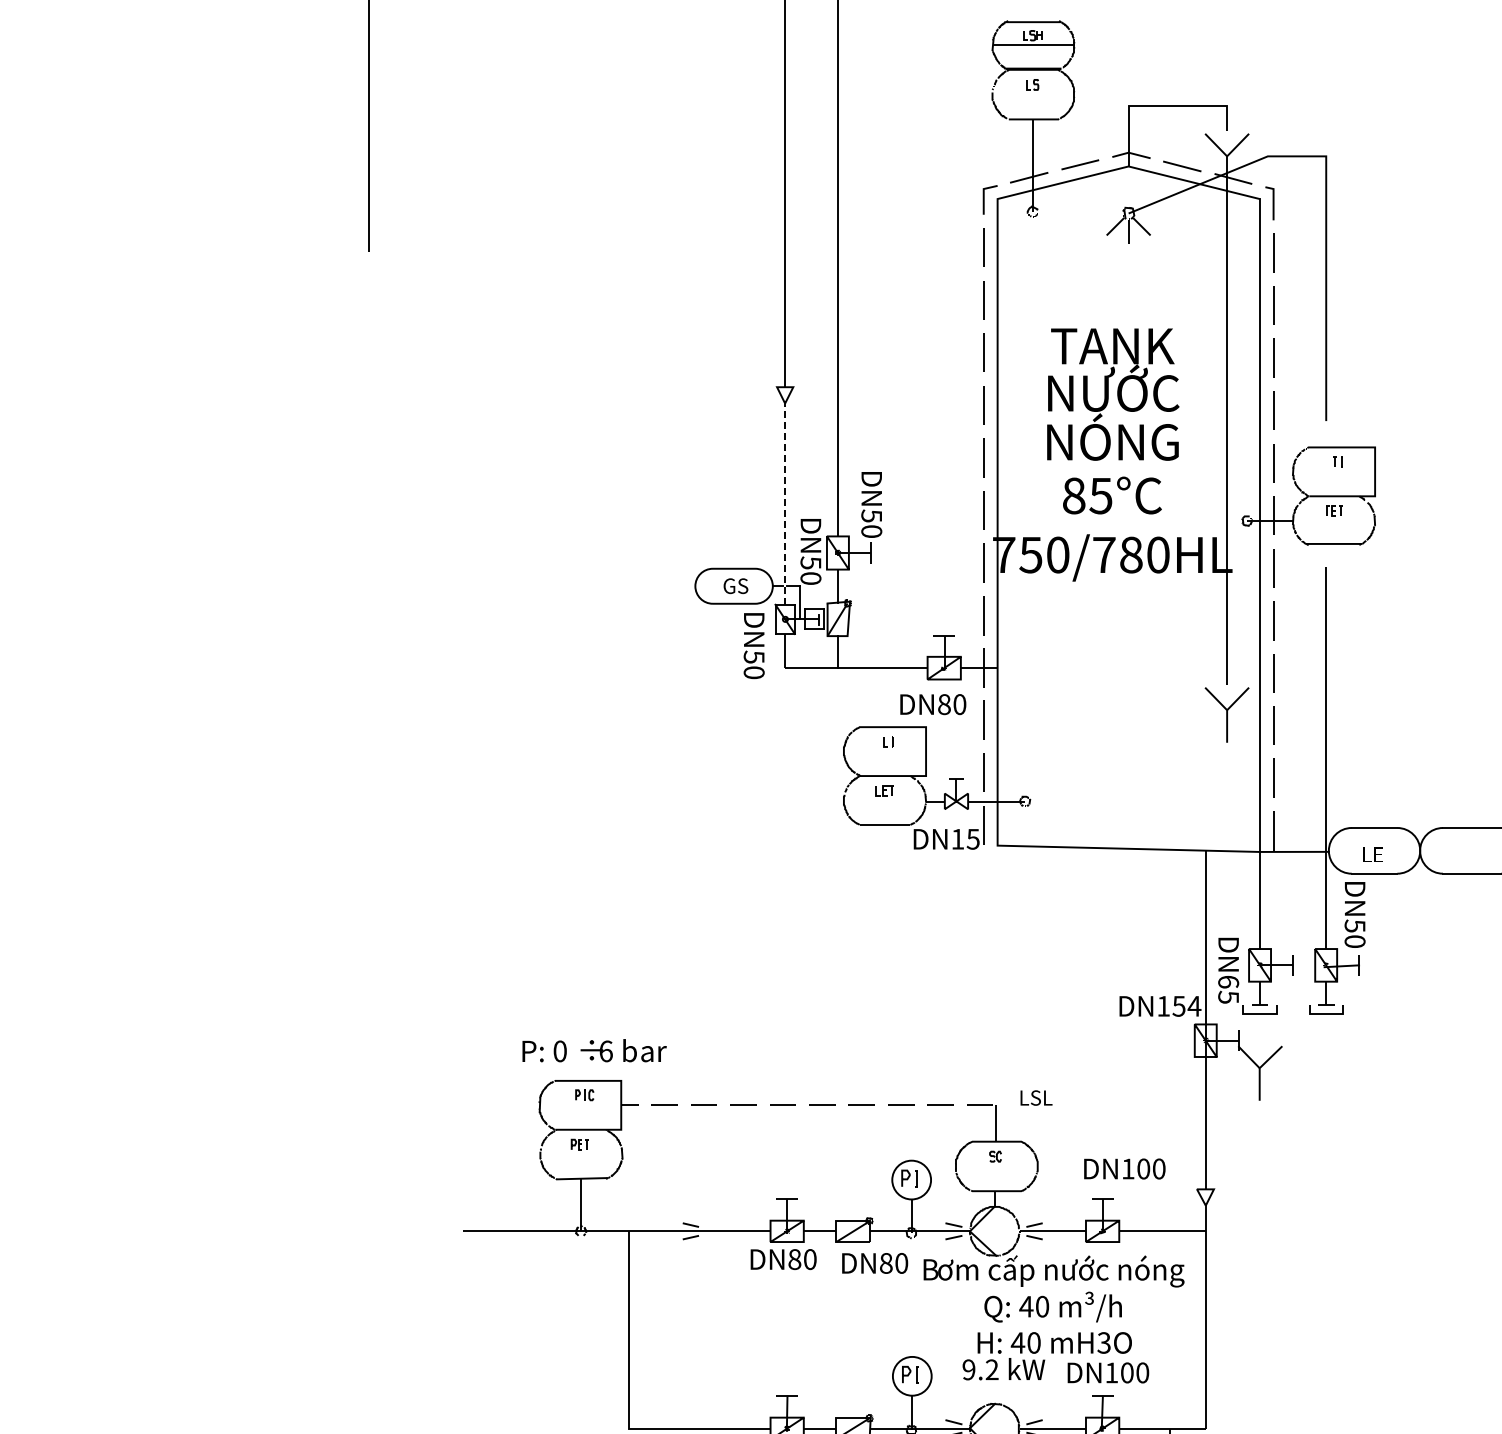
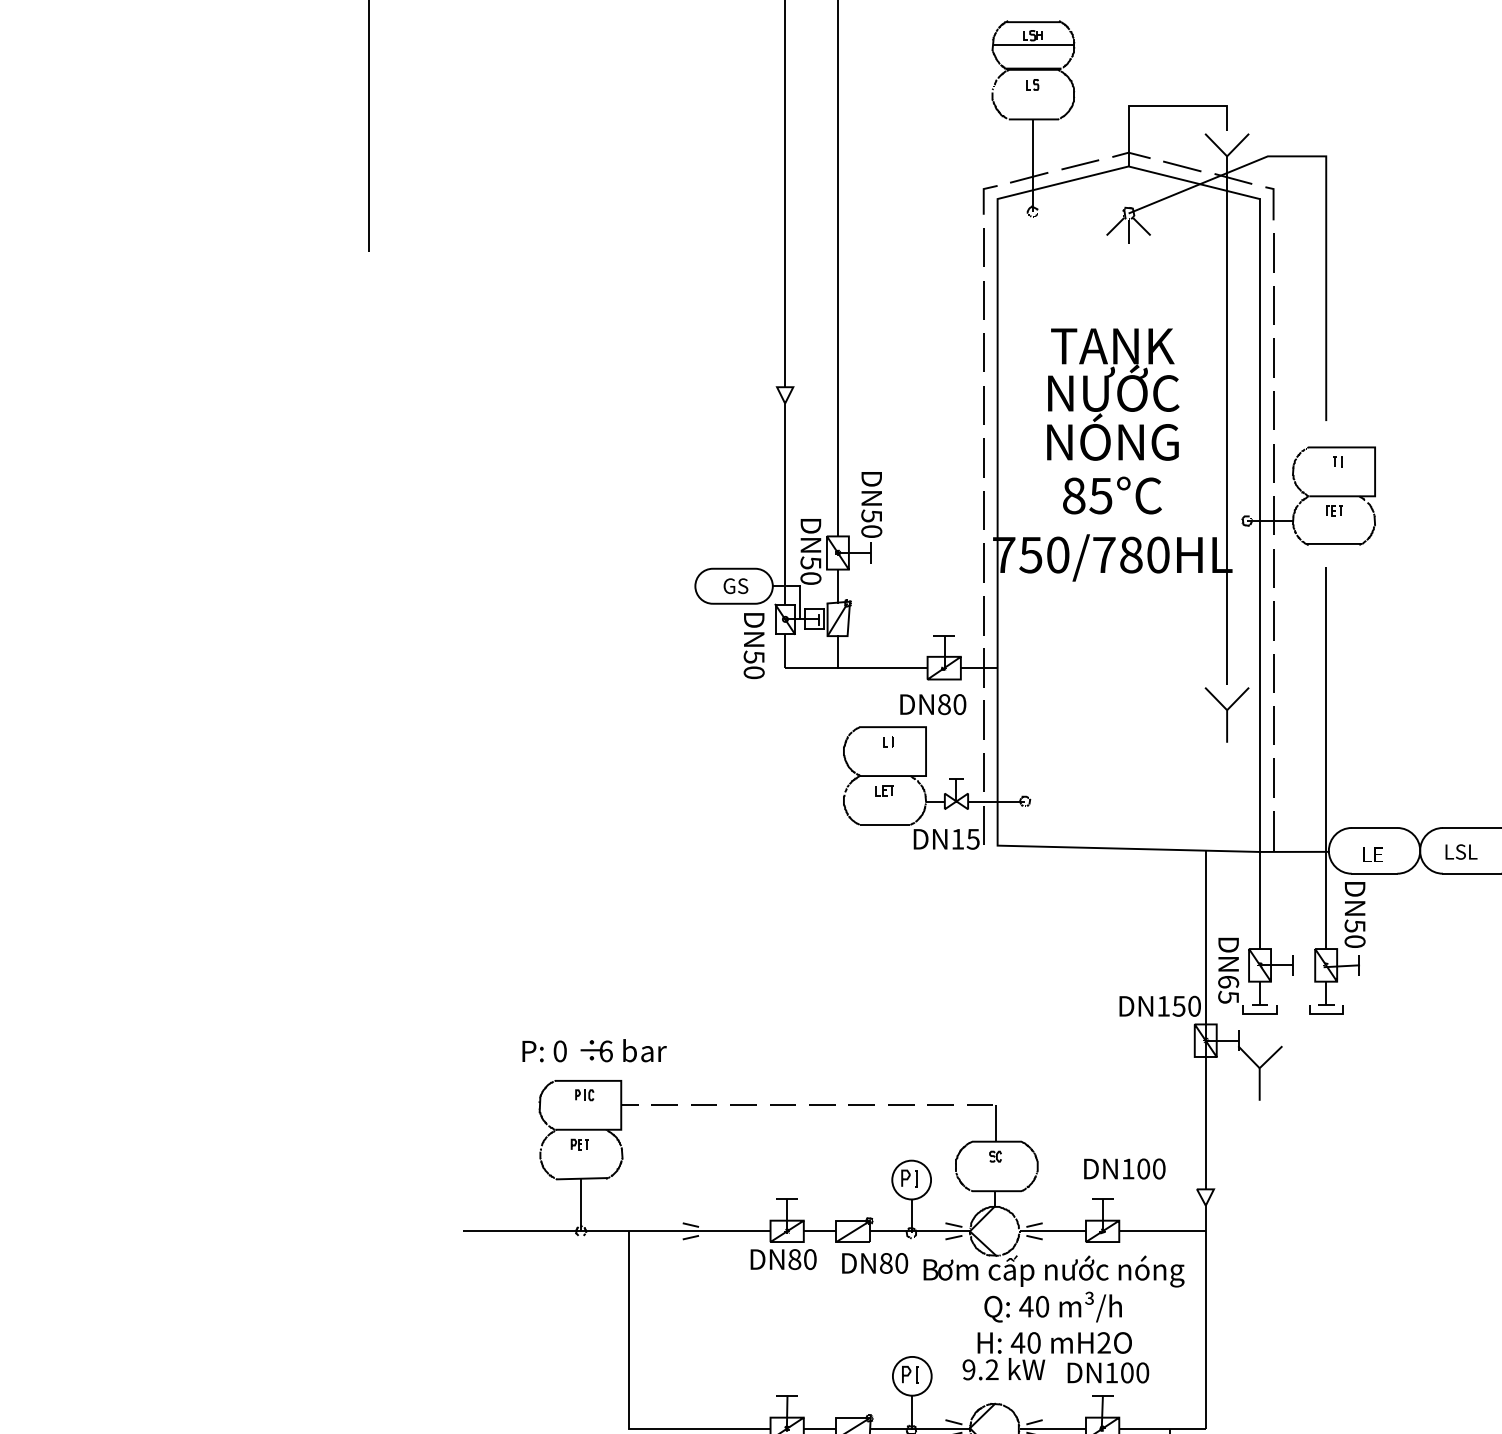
line at (785, 504): dashed -> solid
text at (1194, 1005): DN154 -> DN150
text at (1036, 1097) position: (1036, 1097) -> (1461, 851)
text at (1103, 1342): mH3O -> mH2O
